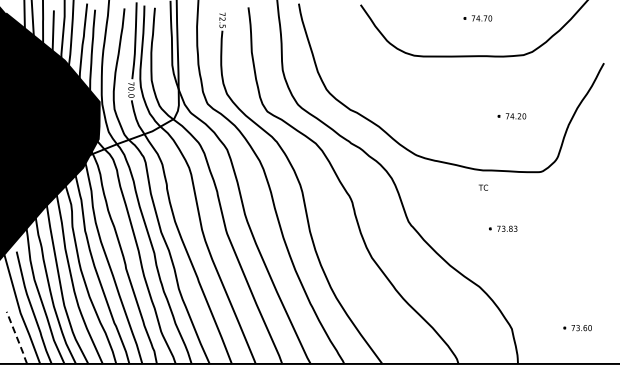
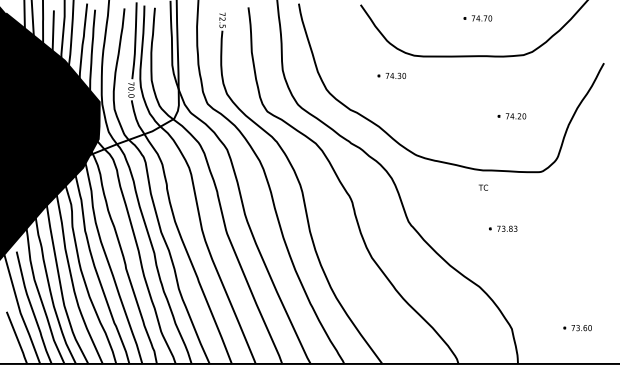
part at (391, 75): none -> present
line at (17, 338): dashed -> solid
